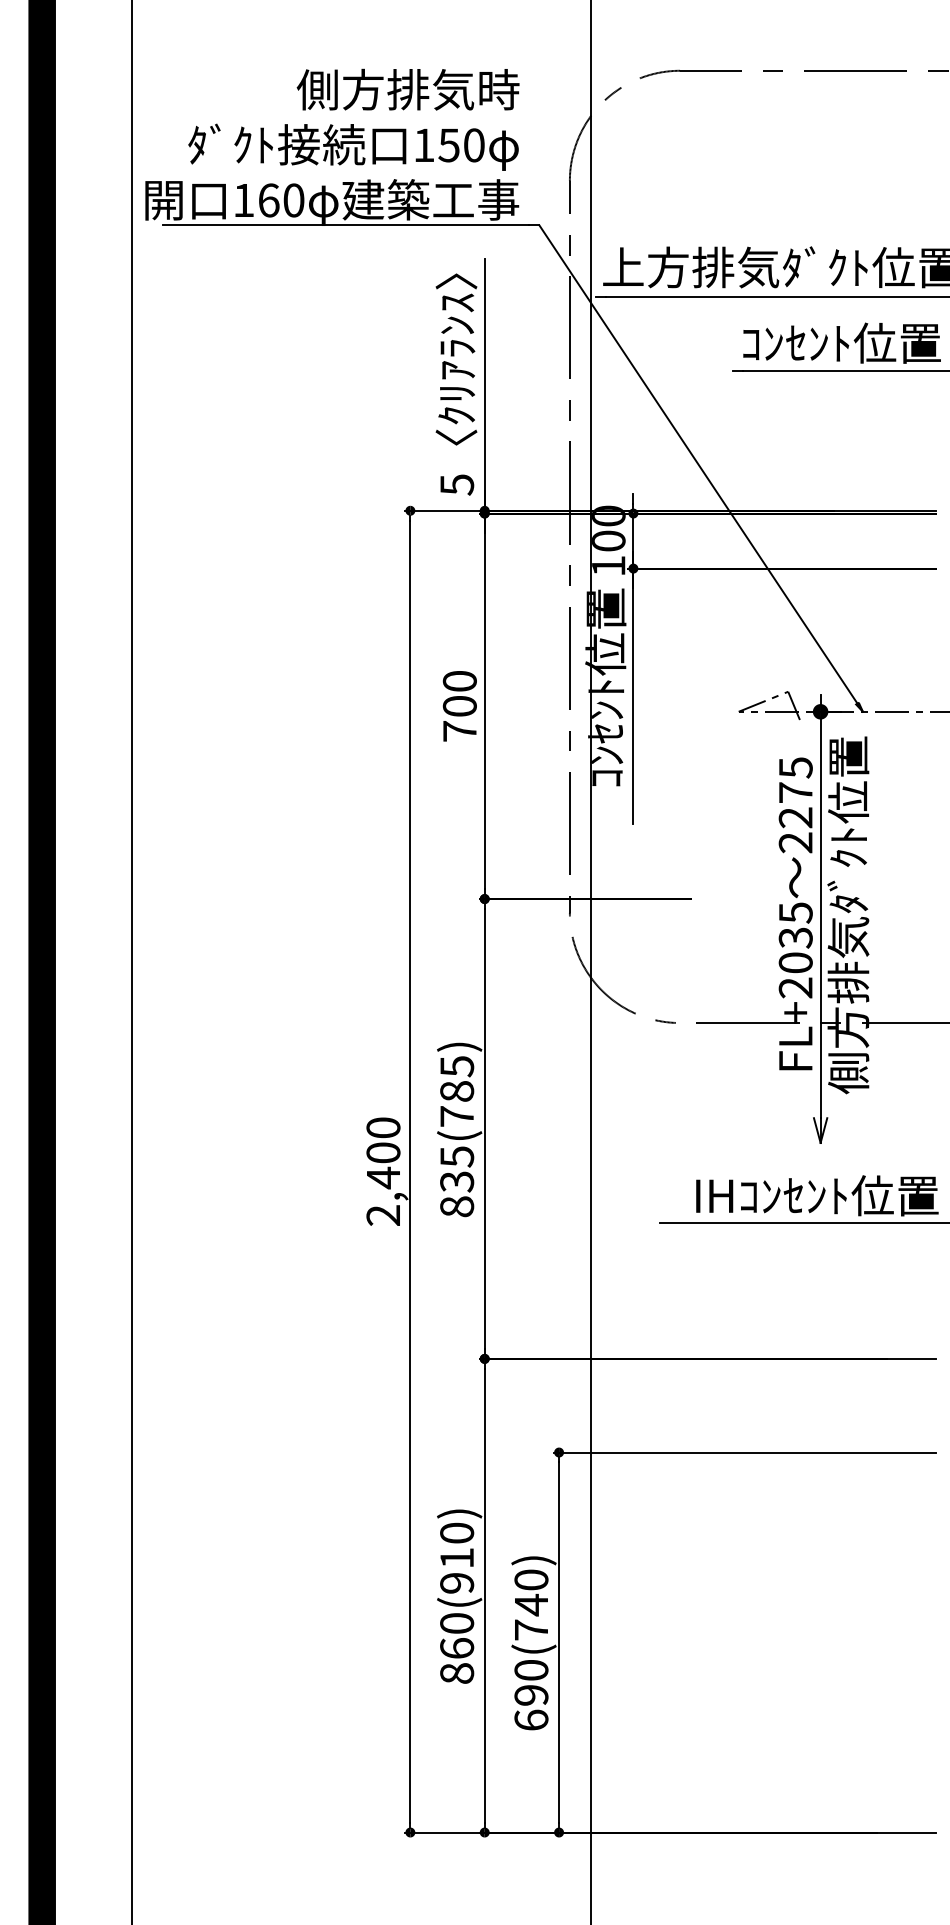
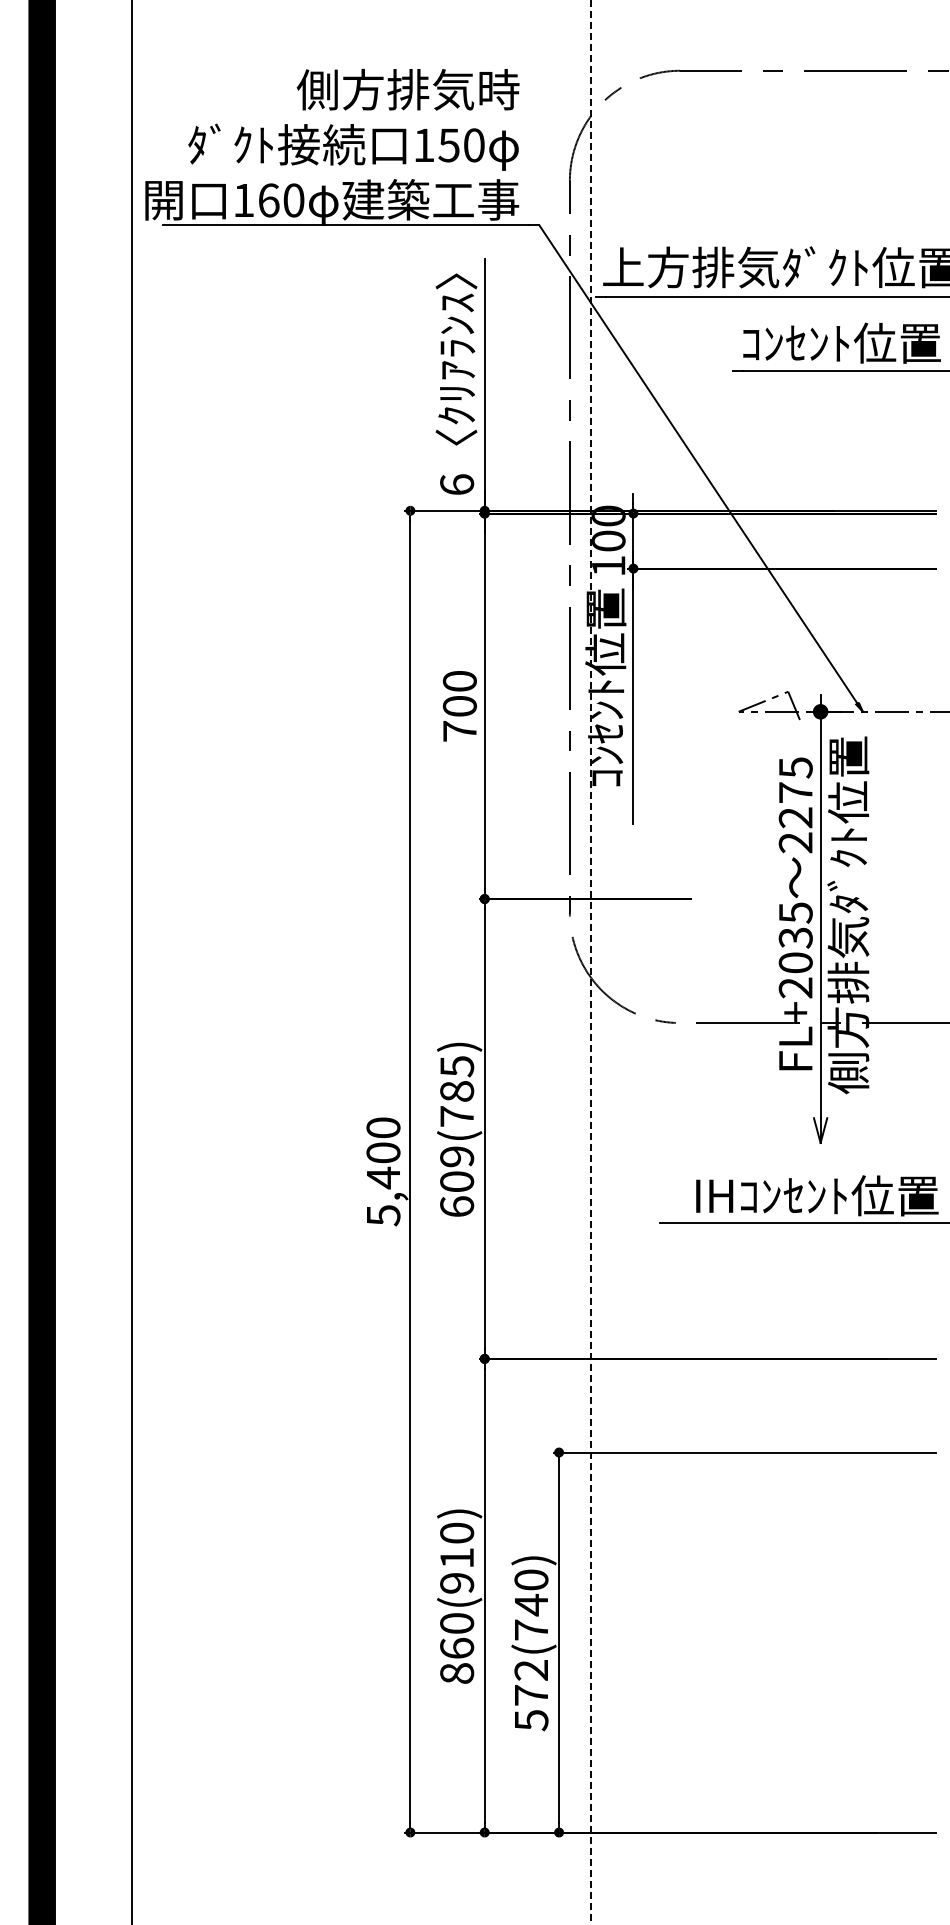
text at (457, 484): 5 -> 6
line at (590, 962): solid -> dashed
text at (457, 1181): 835(785) -> 609(785)
text at (383, 1215): 2,400 -> 5,400
text at (531, 1695): 690(740) -> 572(740)
